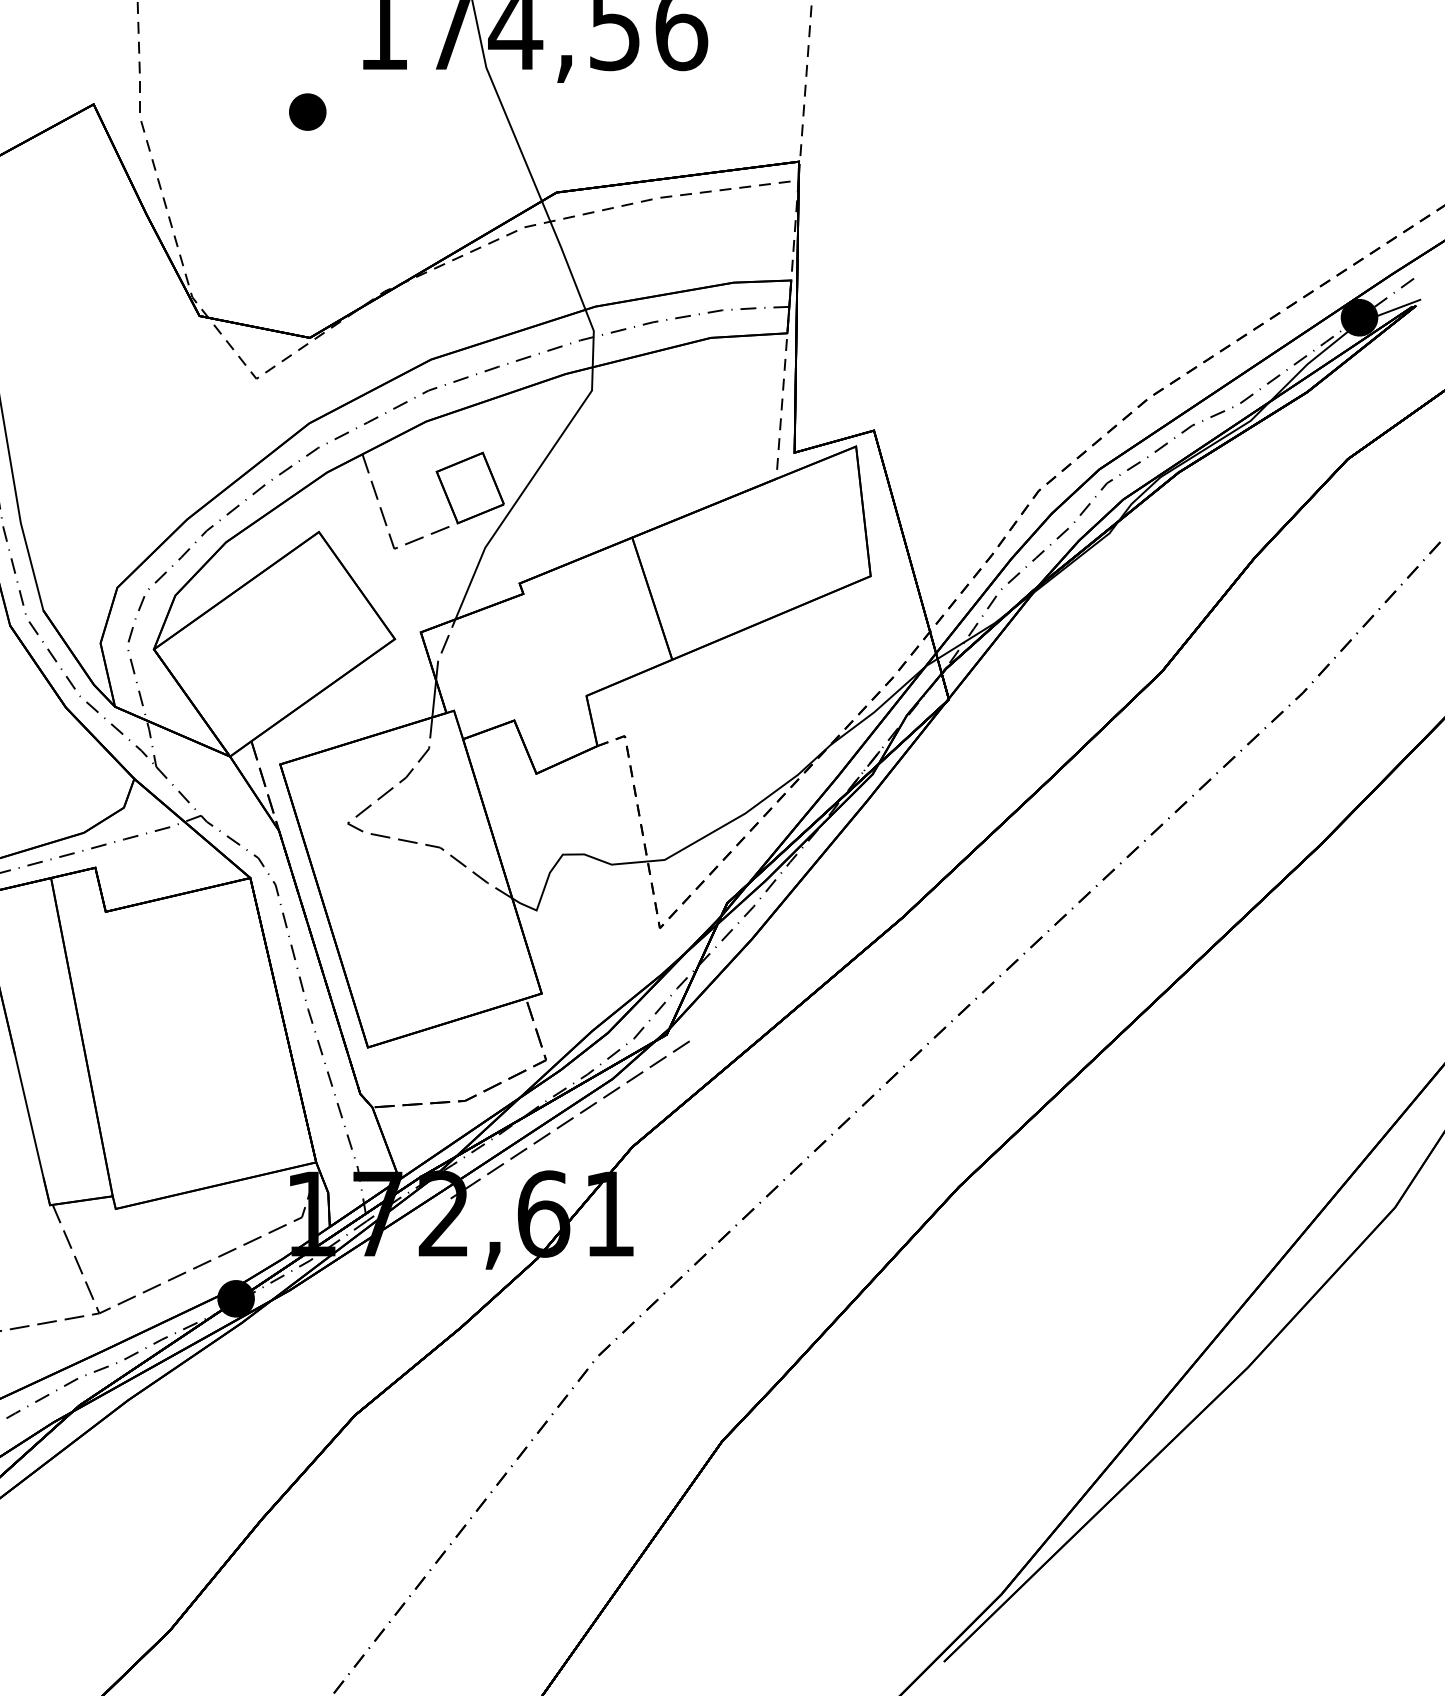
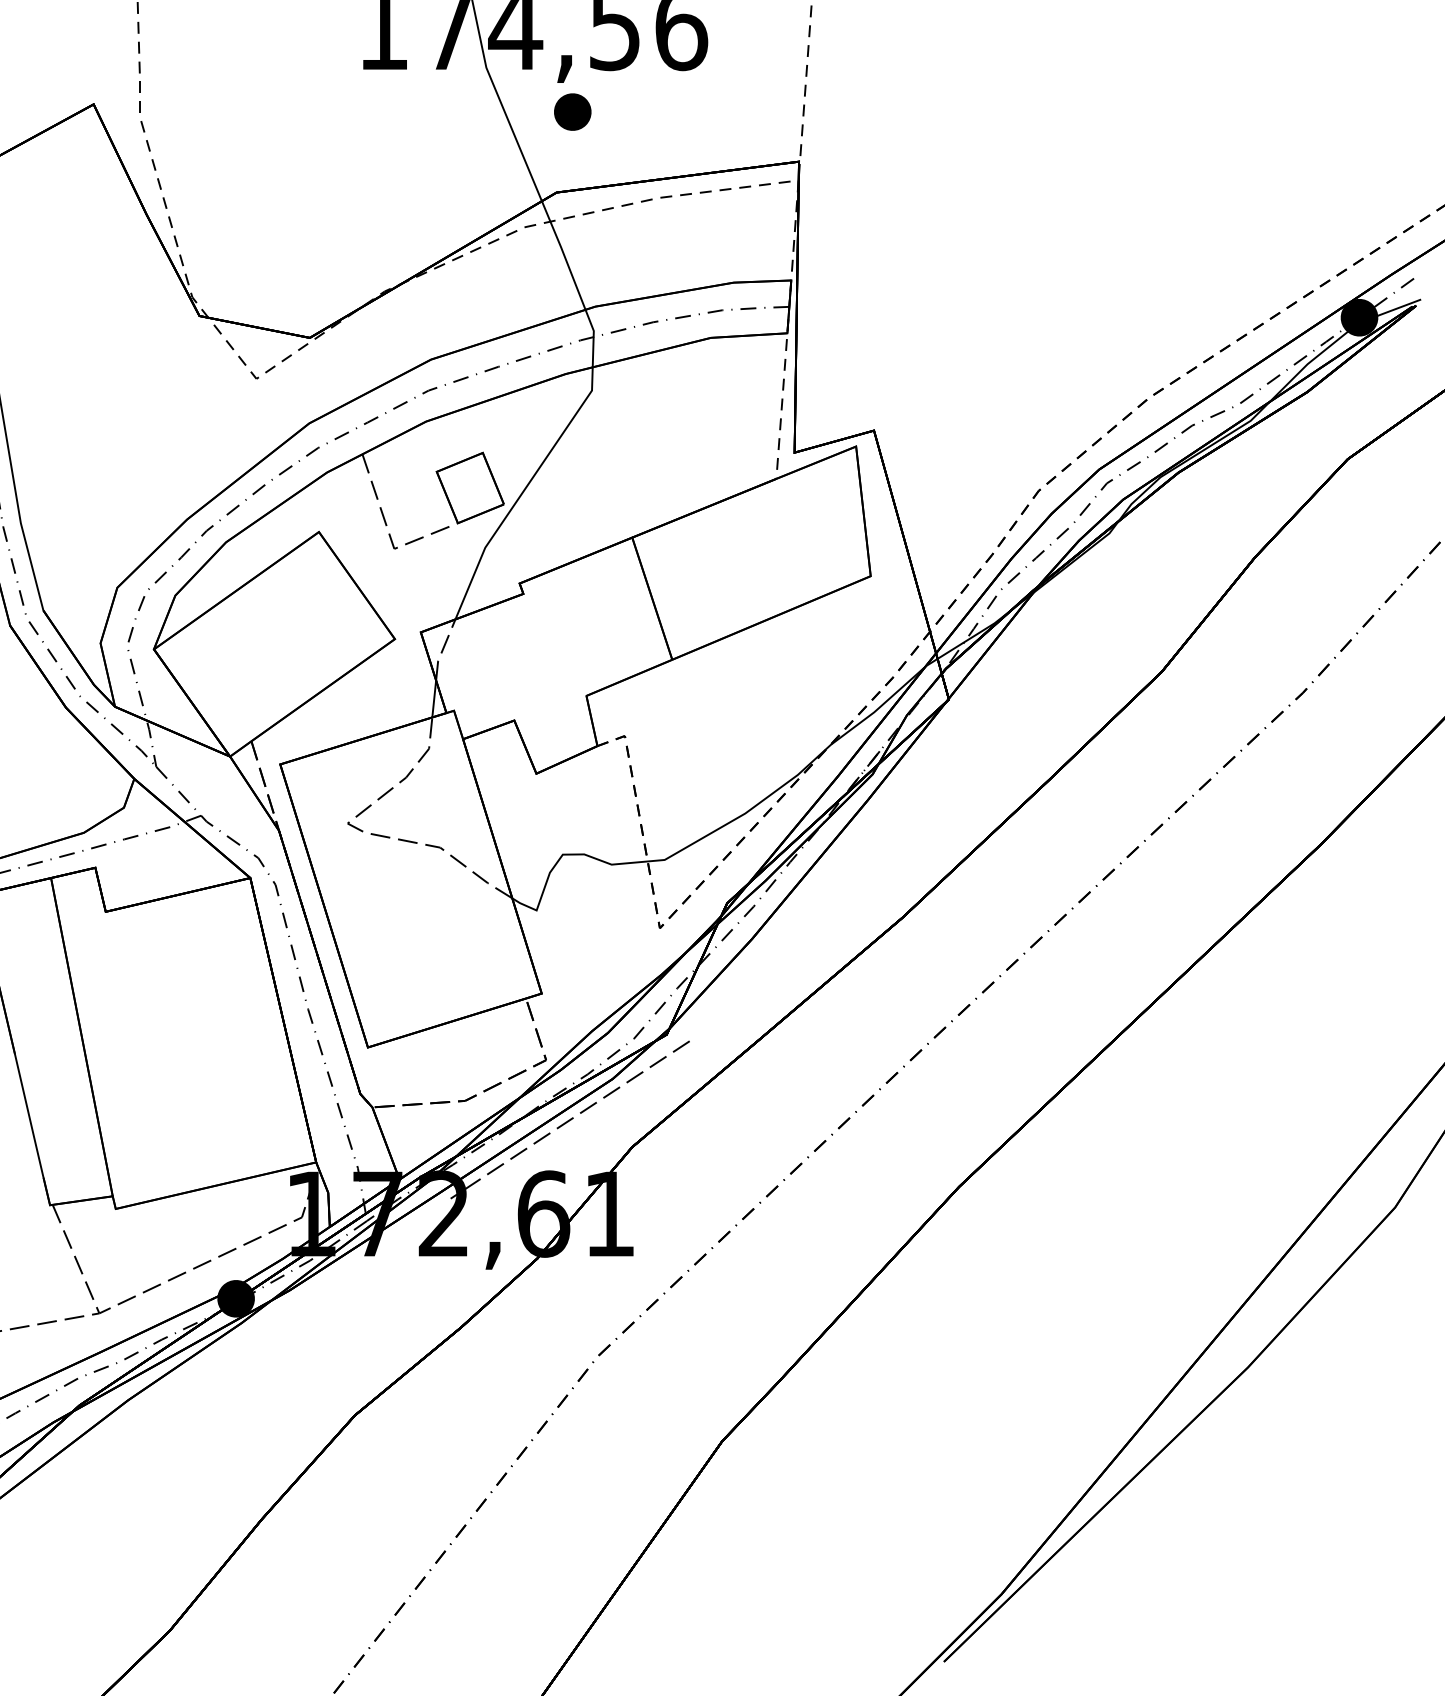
part at (307, 111) position: (307, 111) -> (572, 111)
